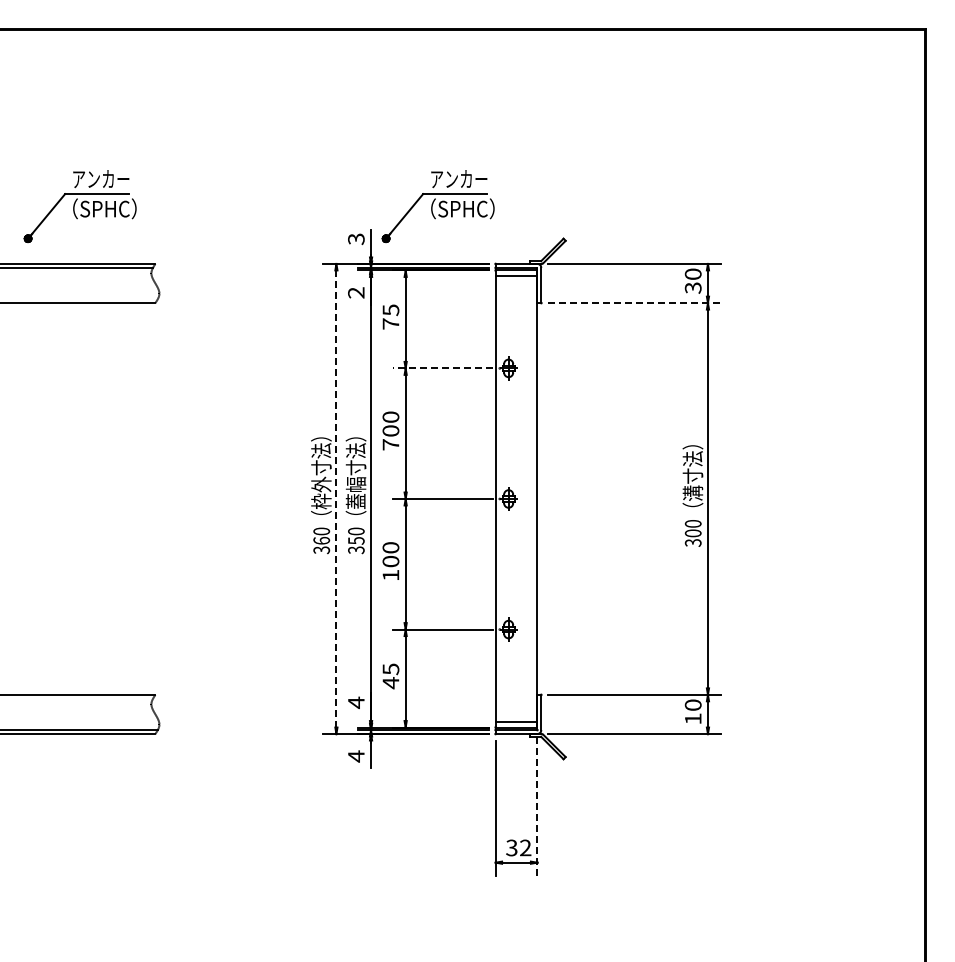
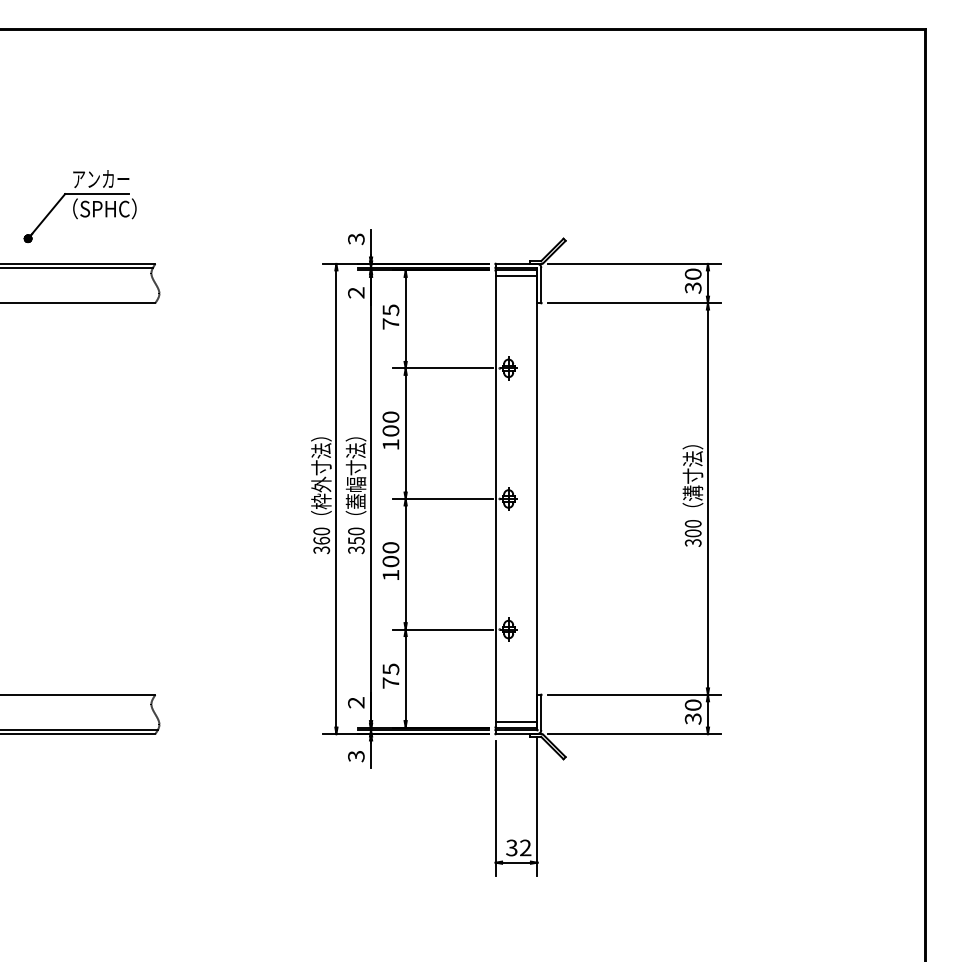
part at (437, 206): present -> none
line at (634, 303): dashed -> solid
line at (442, 368): dashed -> solid
text at (390, 444): 700 -> 100
line at (336, 498): dashed -> solid
text at (390, 683): 45 -> 75
text at (356, 702): 4 -> 2
text at (692, 718): 10 -> 30
text at (356, 756): 4 -> 3
line at (537, 806): dashed -> solid
